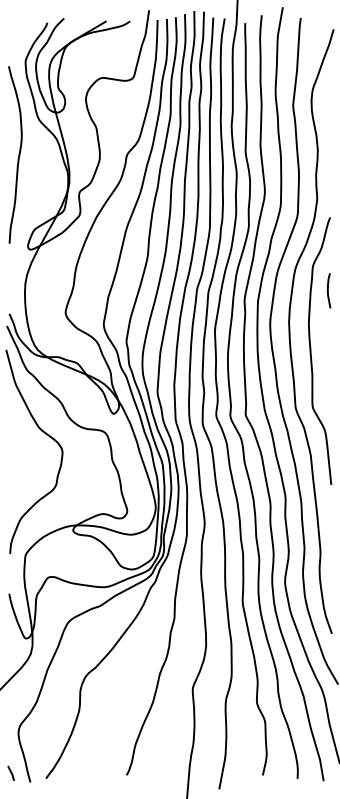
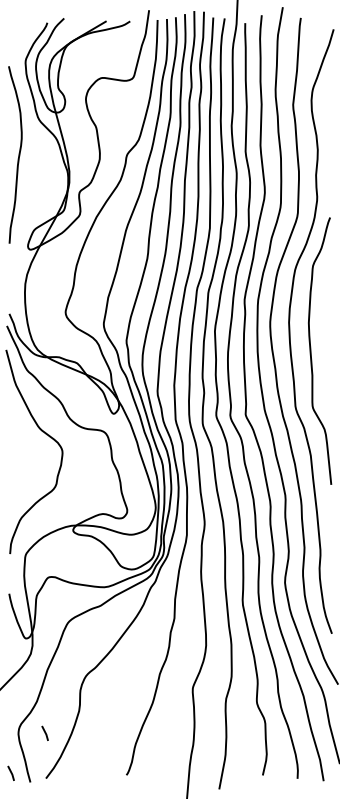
curve at (328, 290): present -> none
line at (44, 732): none -> present
